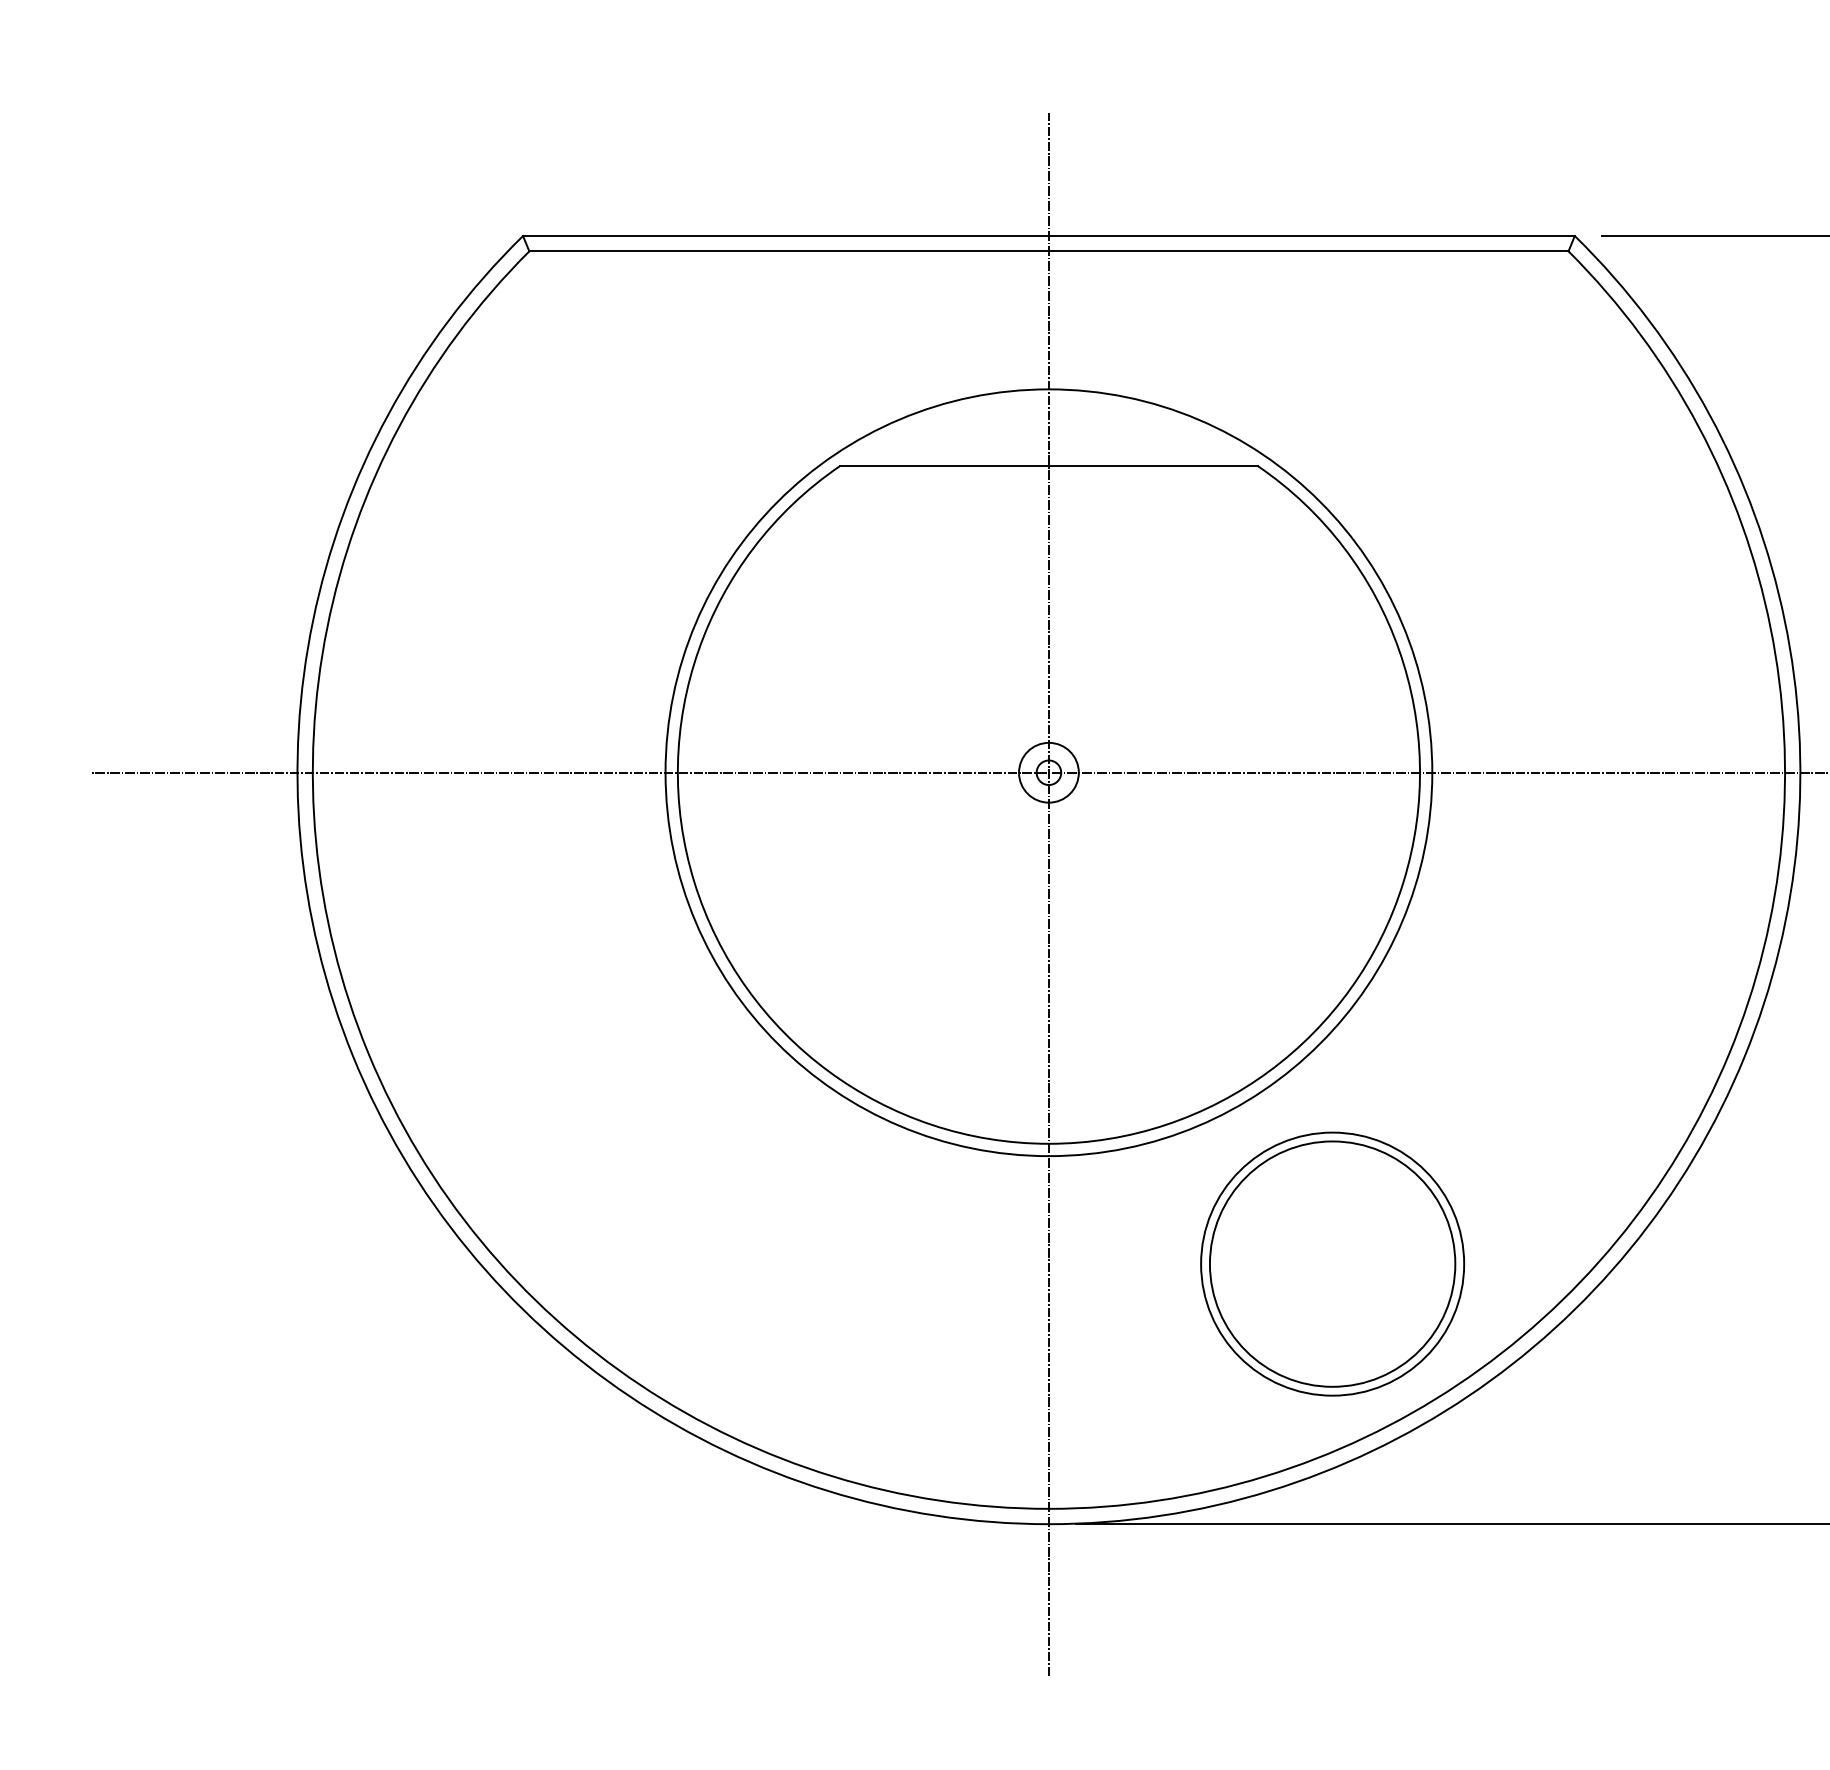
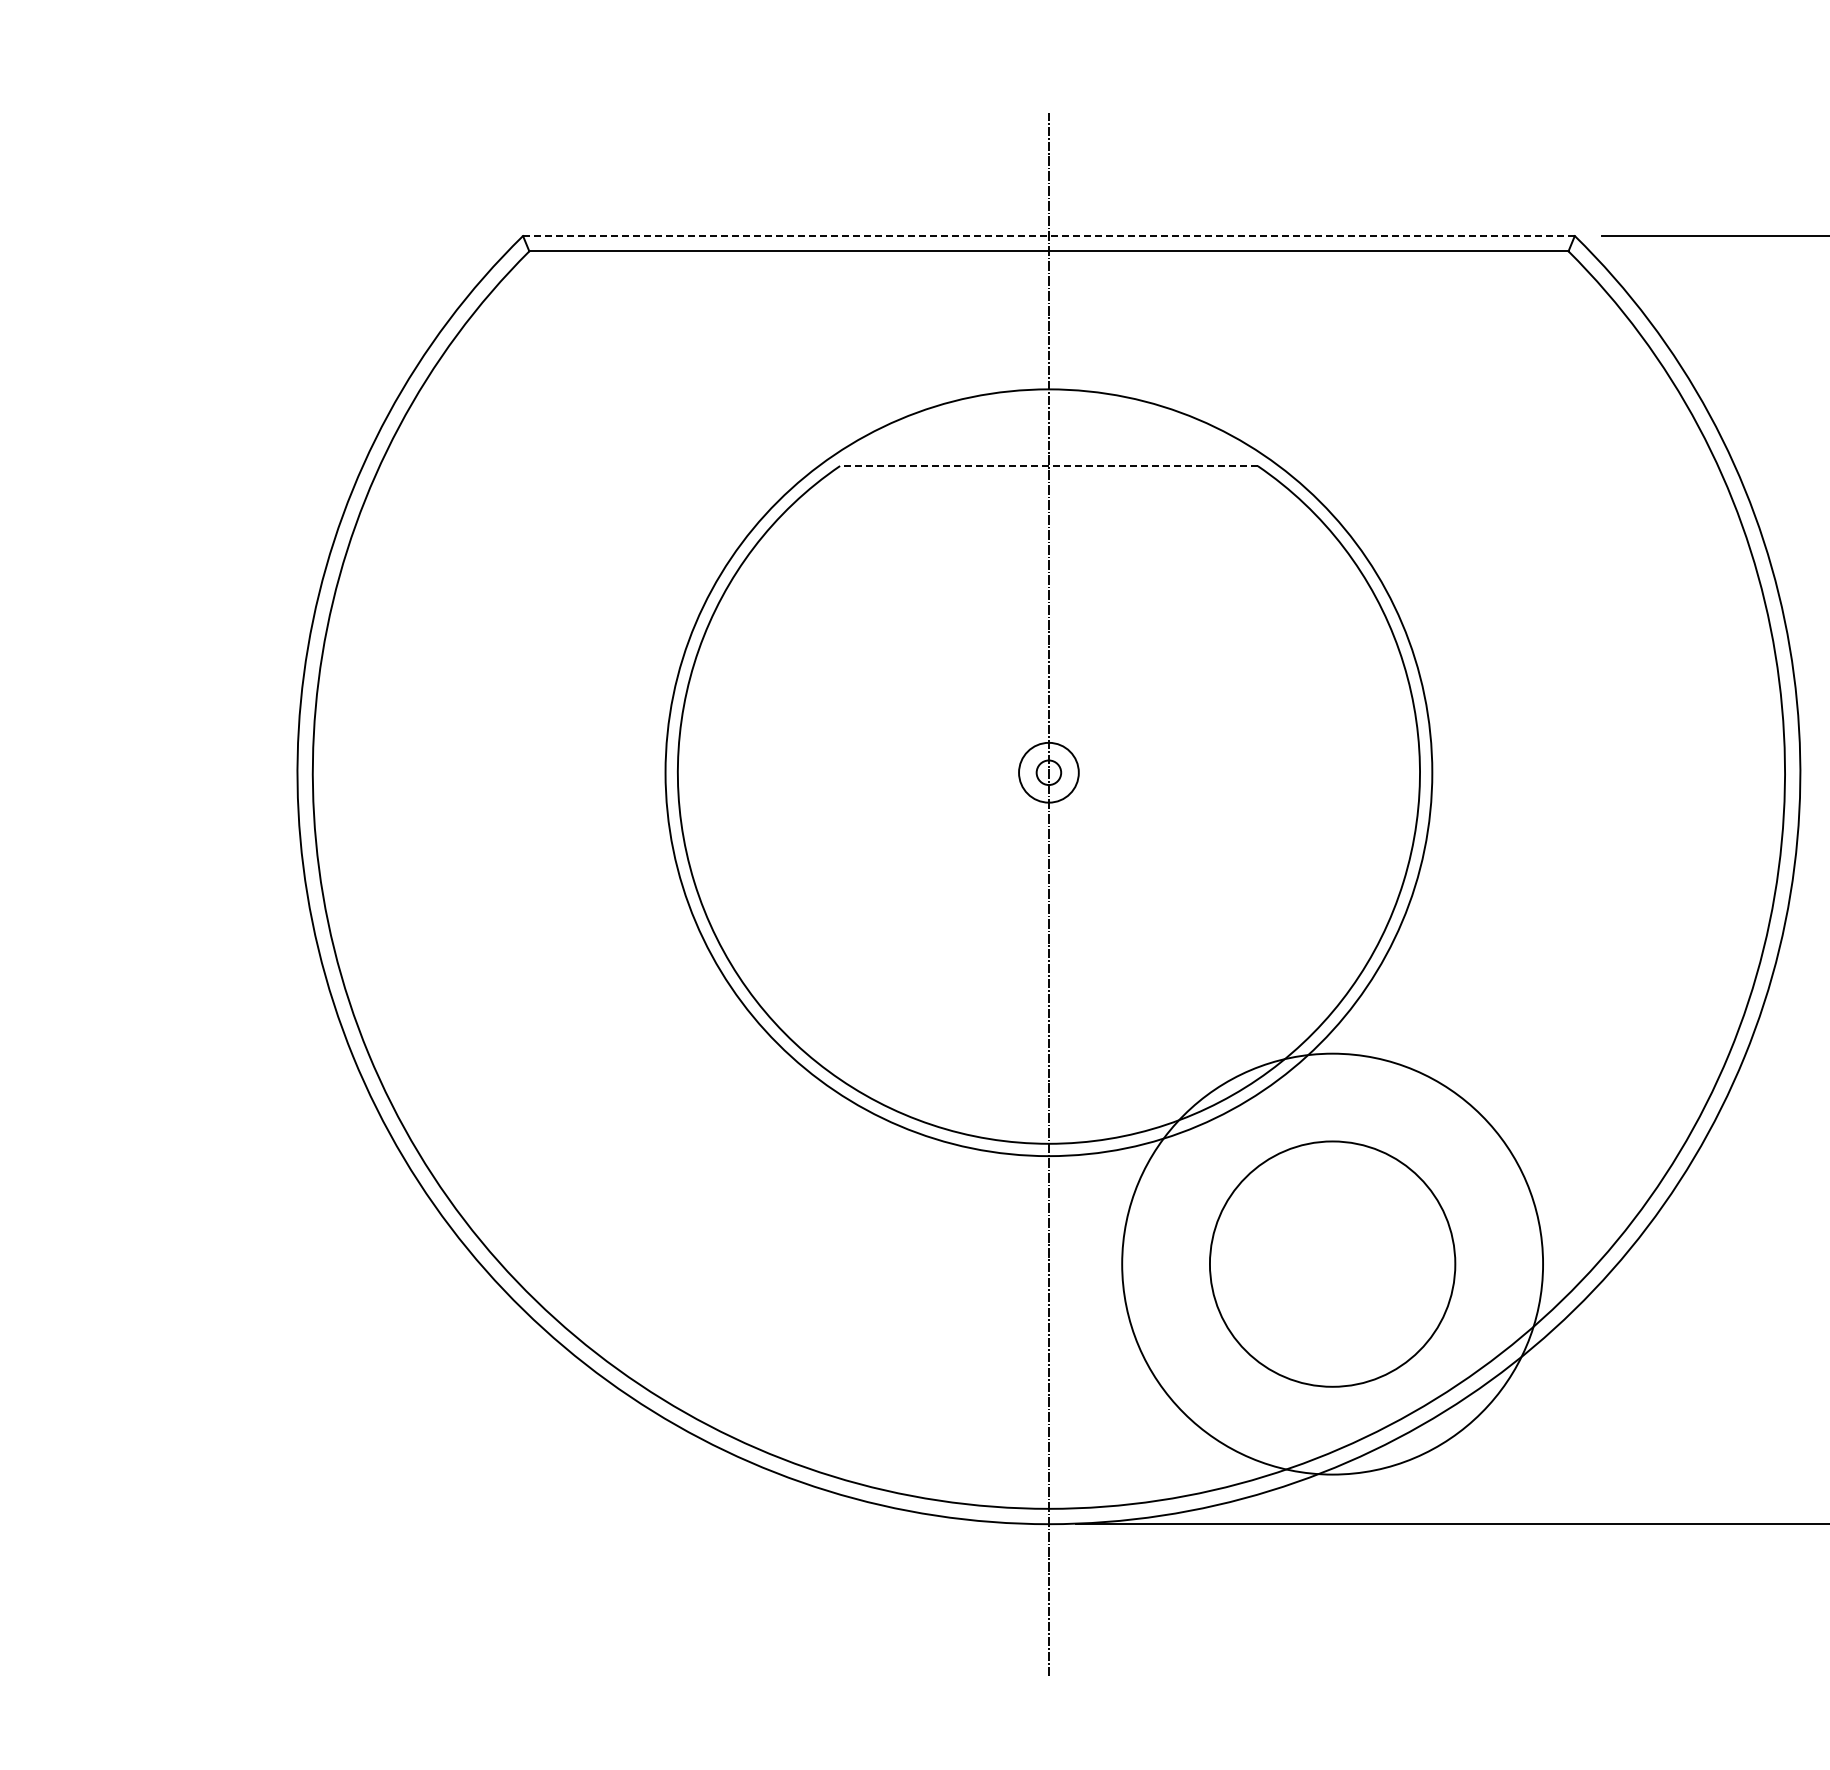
line at (1048, 236): solid -> dashed
line at (1048, 466): solid -> dashed
line at (958, 772): present -> none
circle at (1332, 1263) diameter: 263 px -> 421 px
